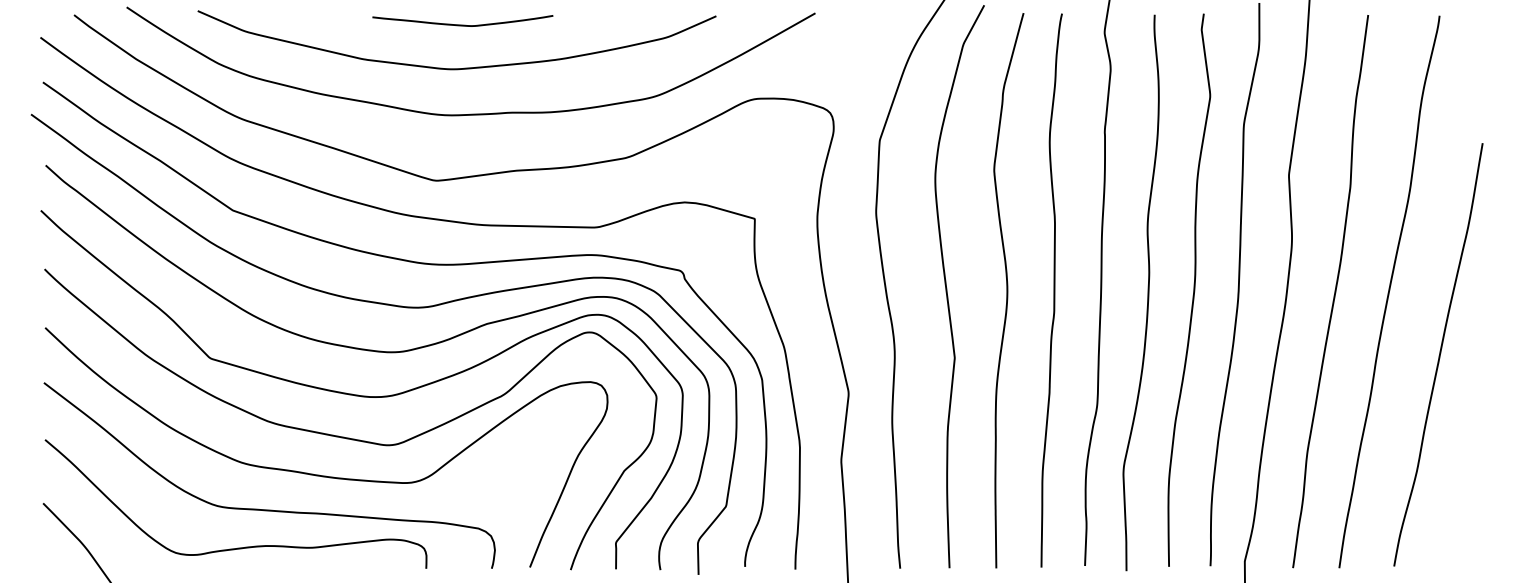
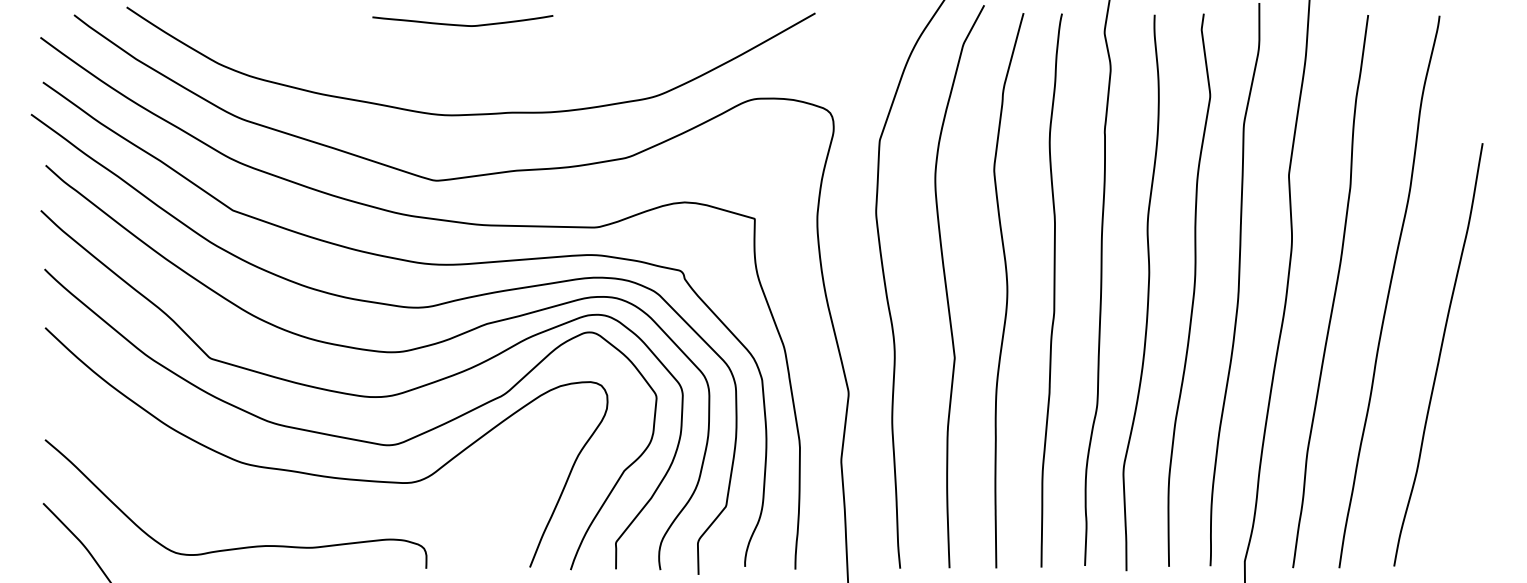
curve at (456, 68): present -> none
curve at (269, 509): present -> none
